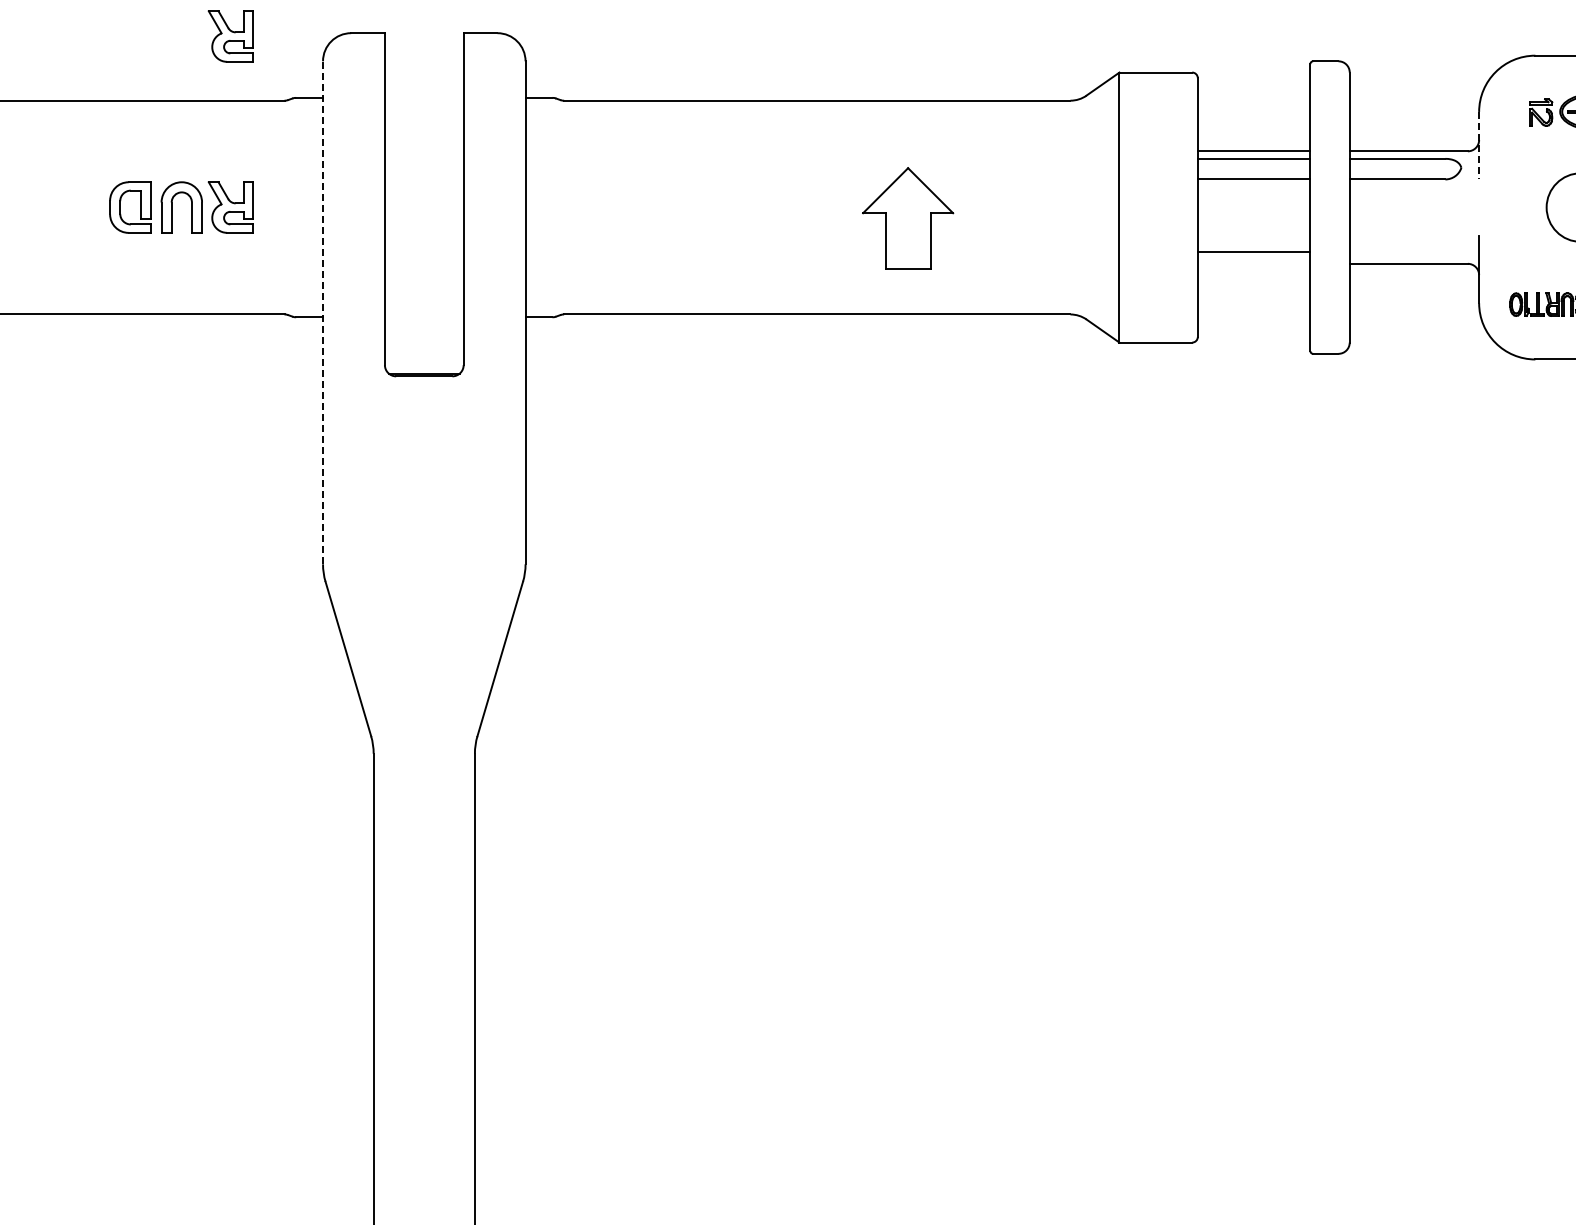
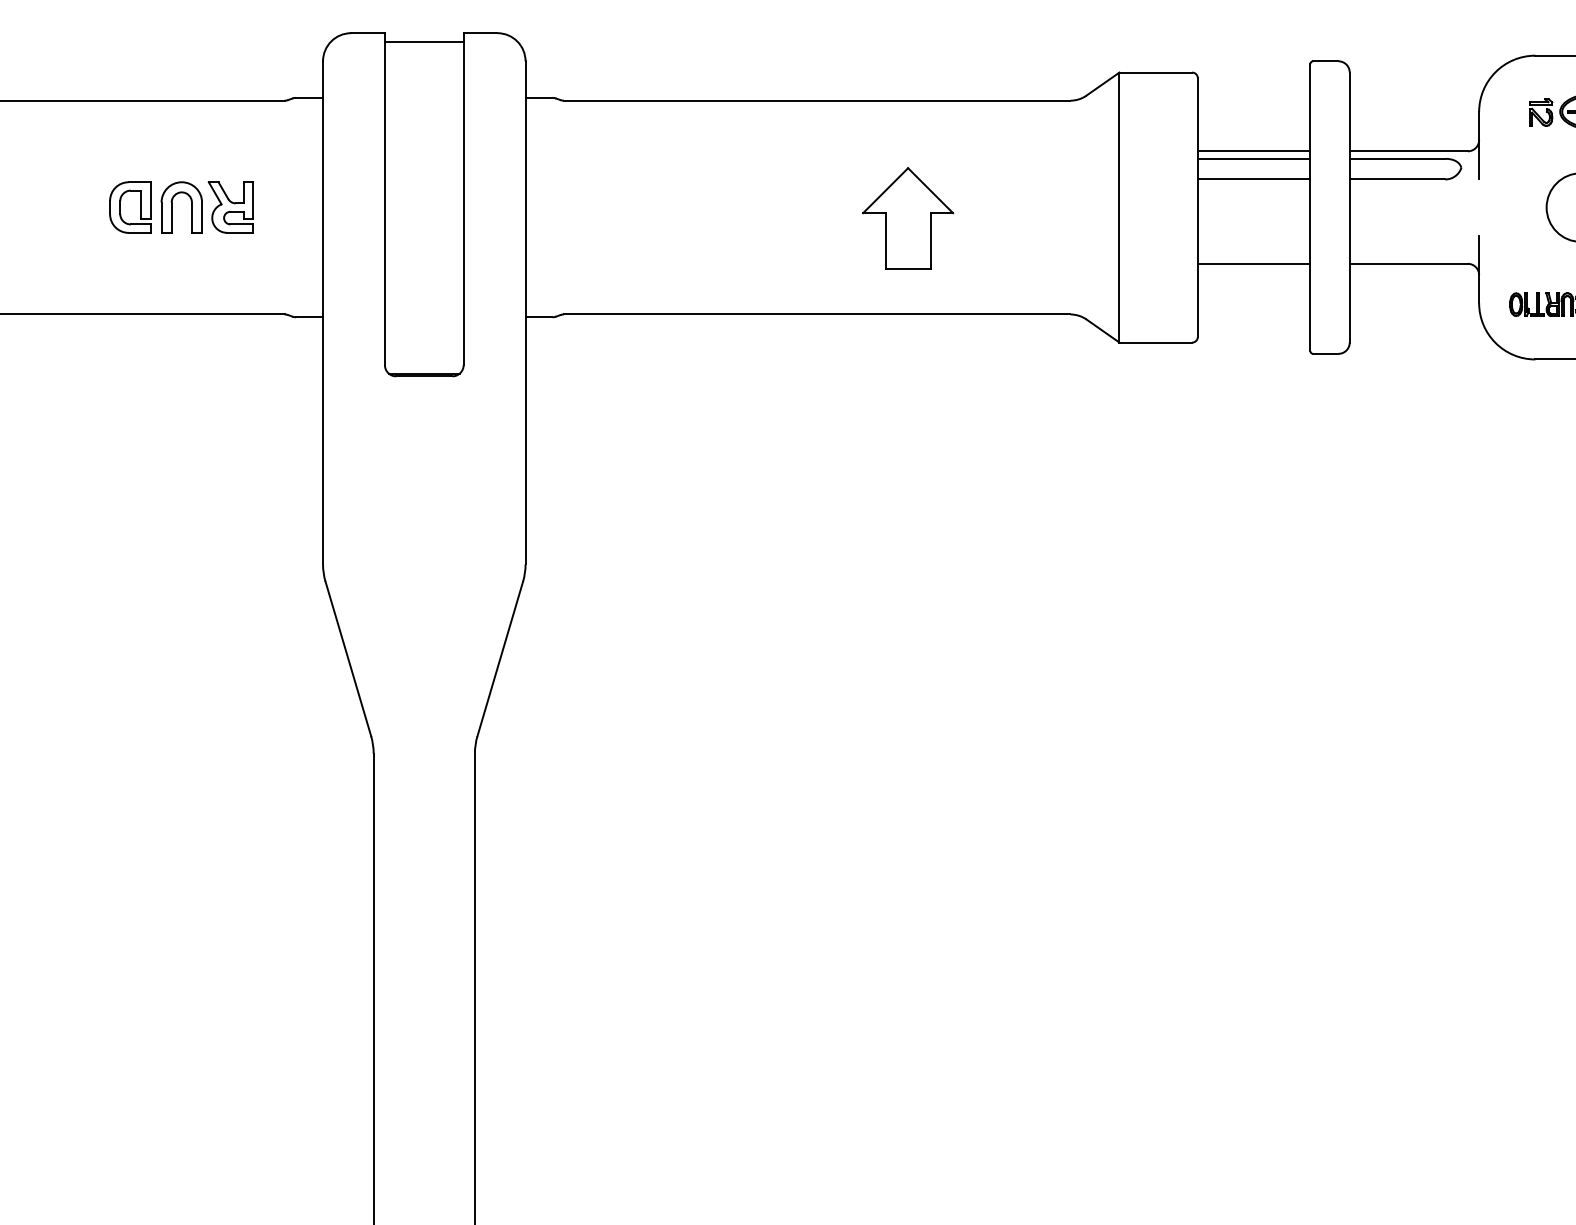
part at (230, 36): present -> none
line at (423, 41): none -> present
line at (1479, 145): dashed -> solid
line at (1253, 251) position: (1253, 251) -> (1253, 263)
line at (323, 312): dashed -> solid
